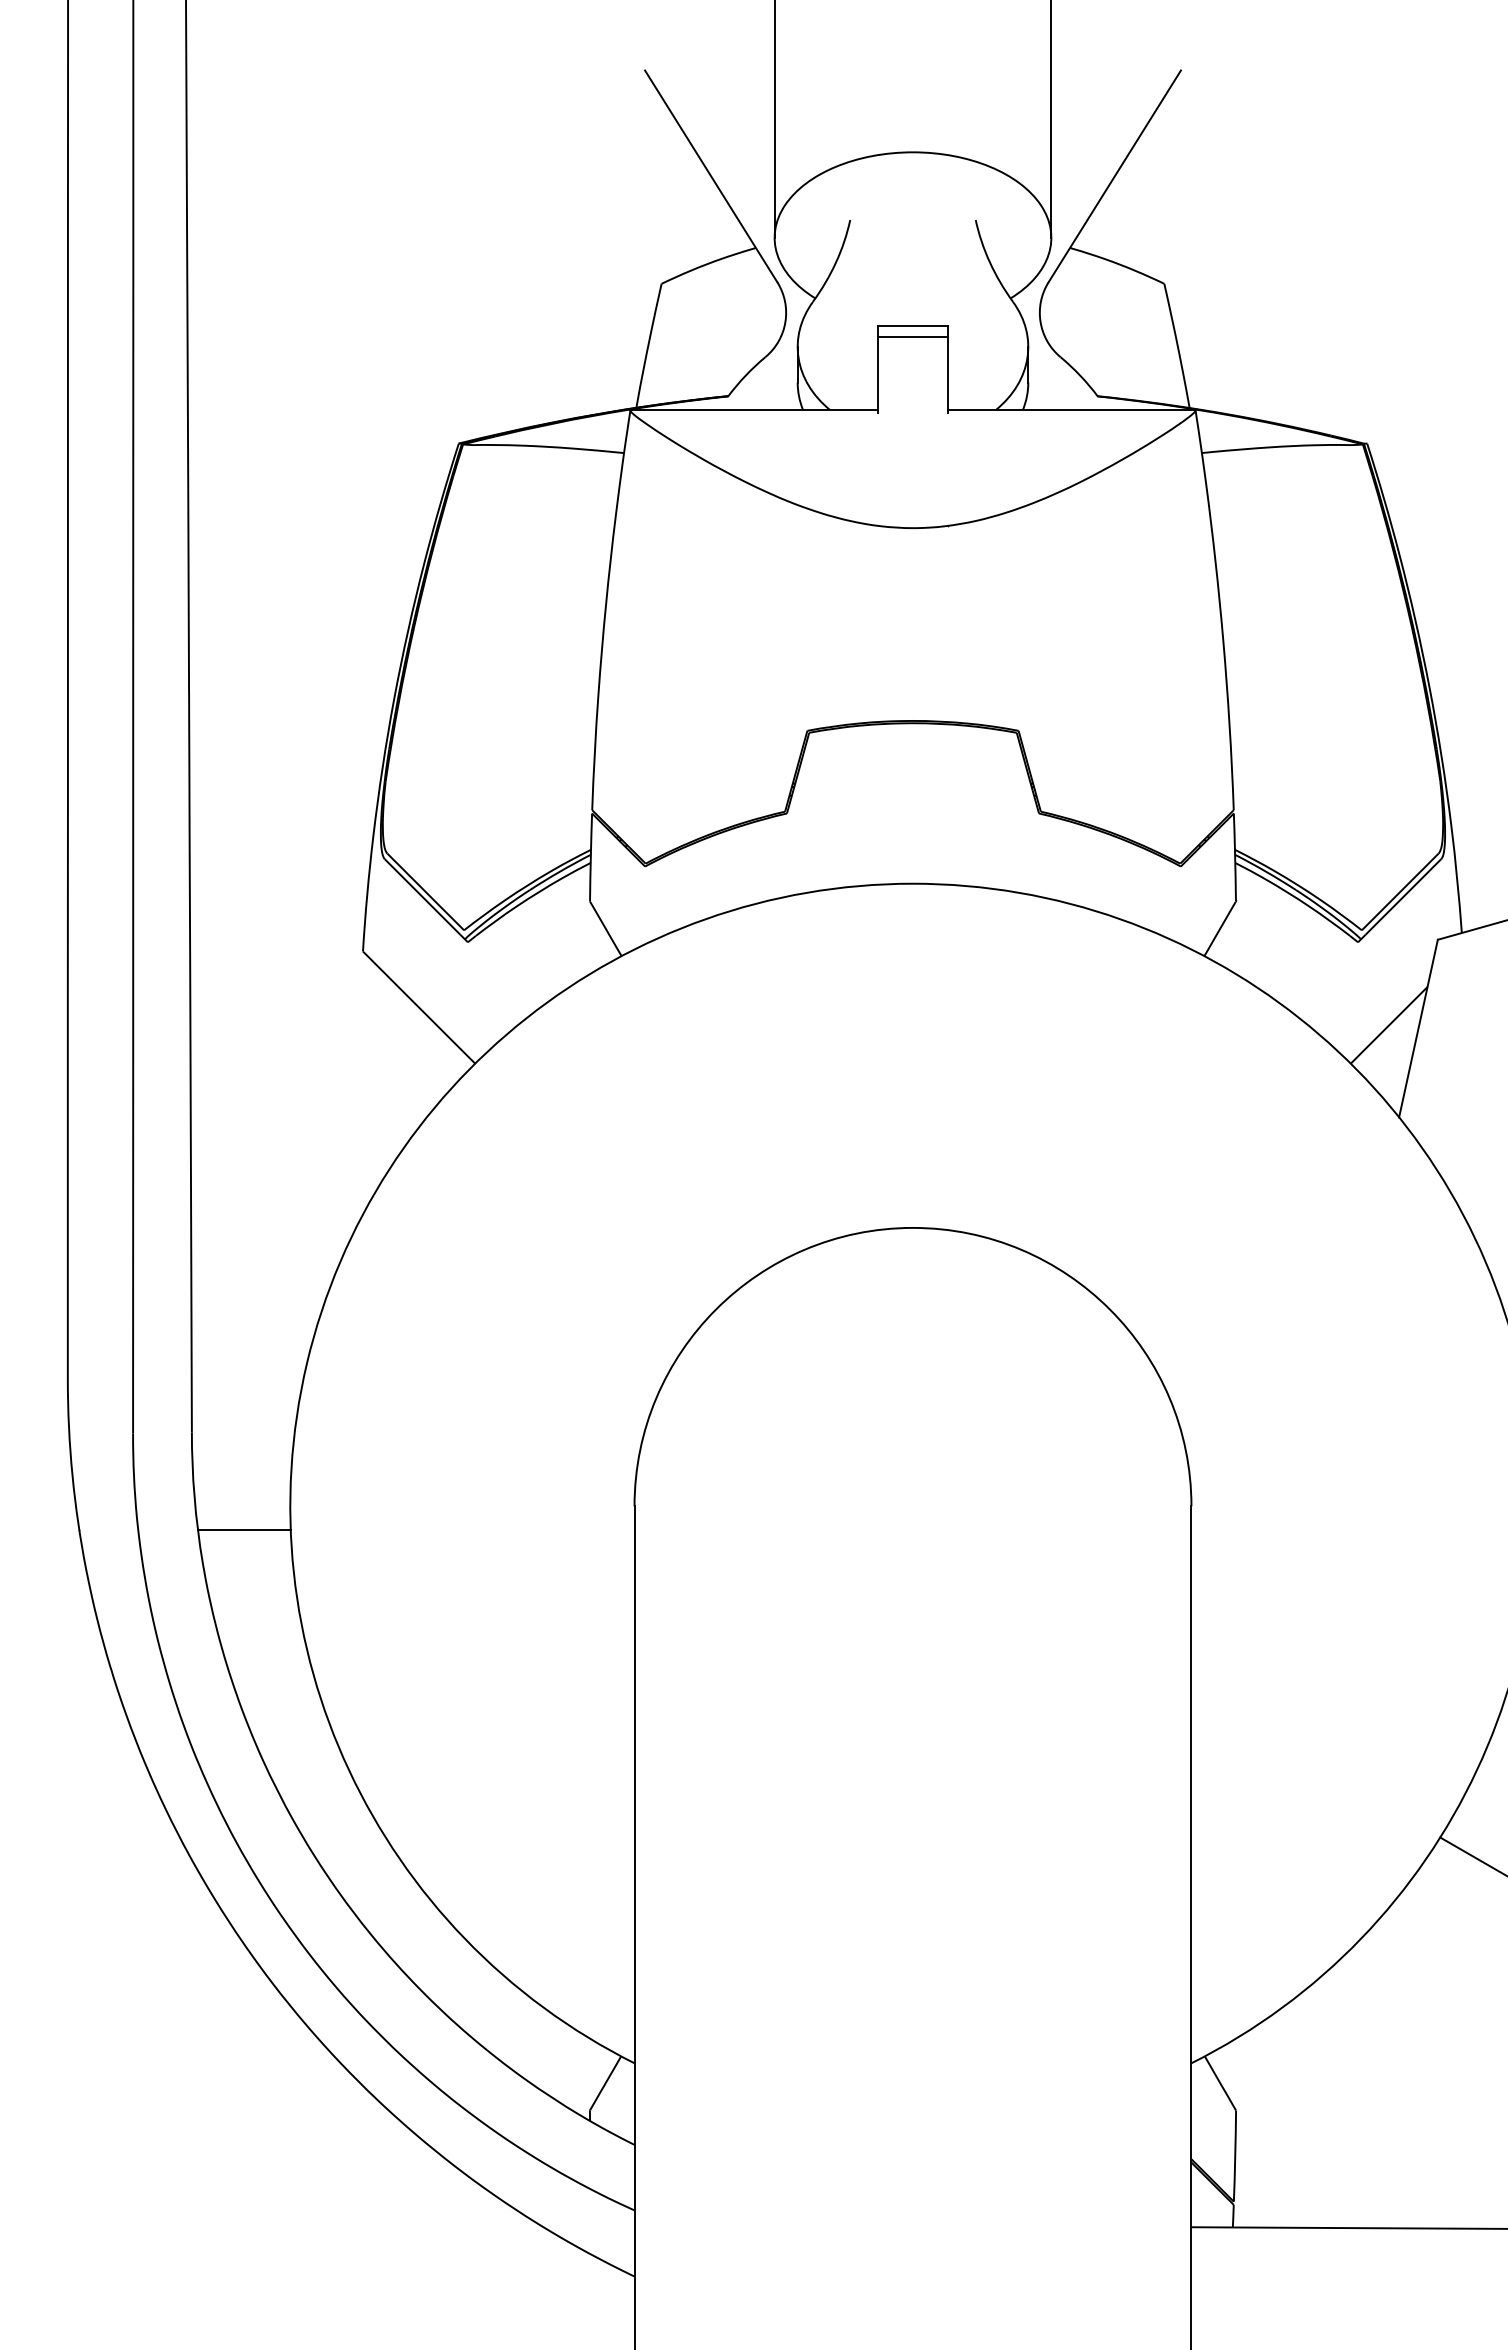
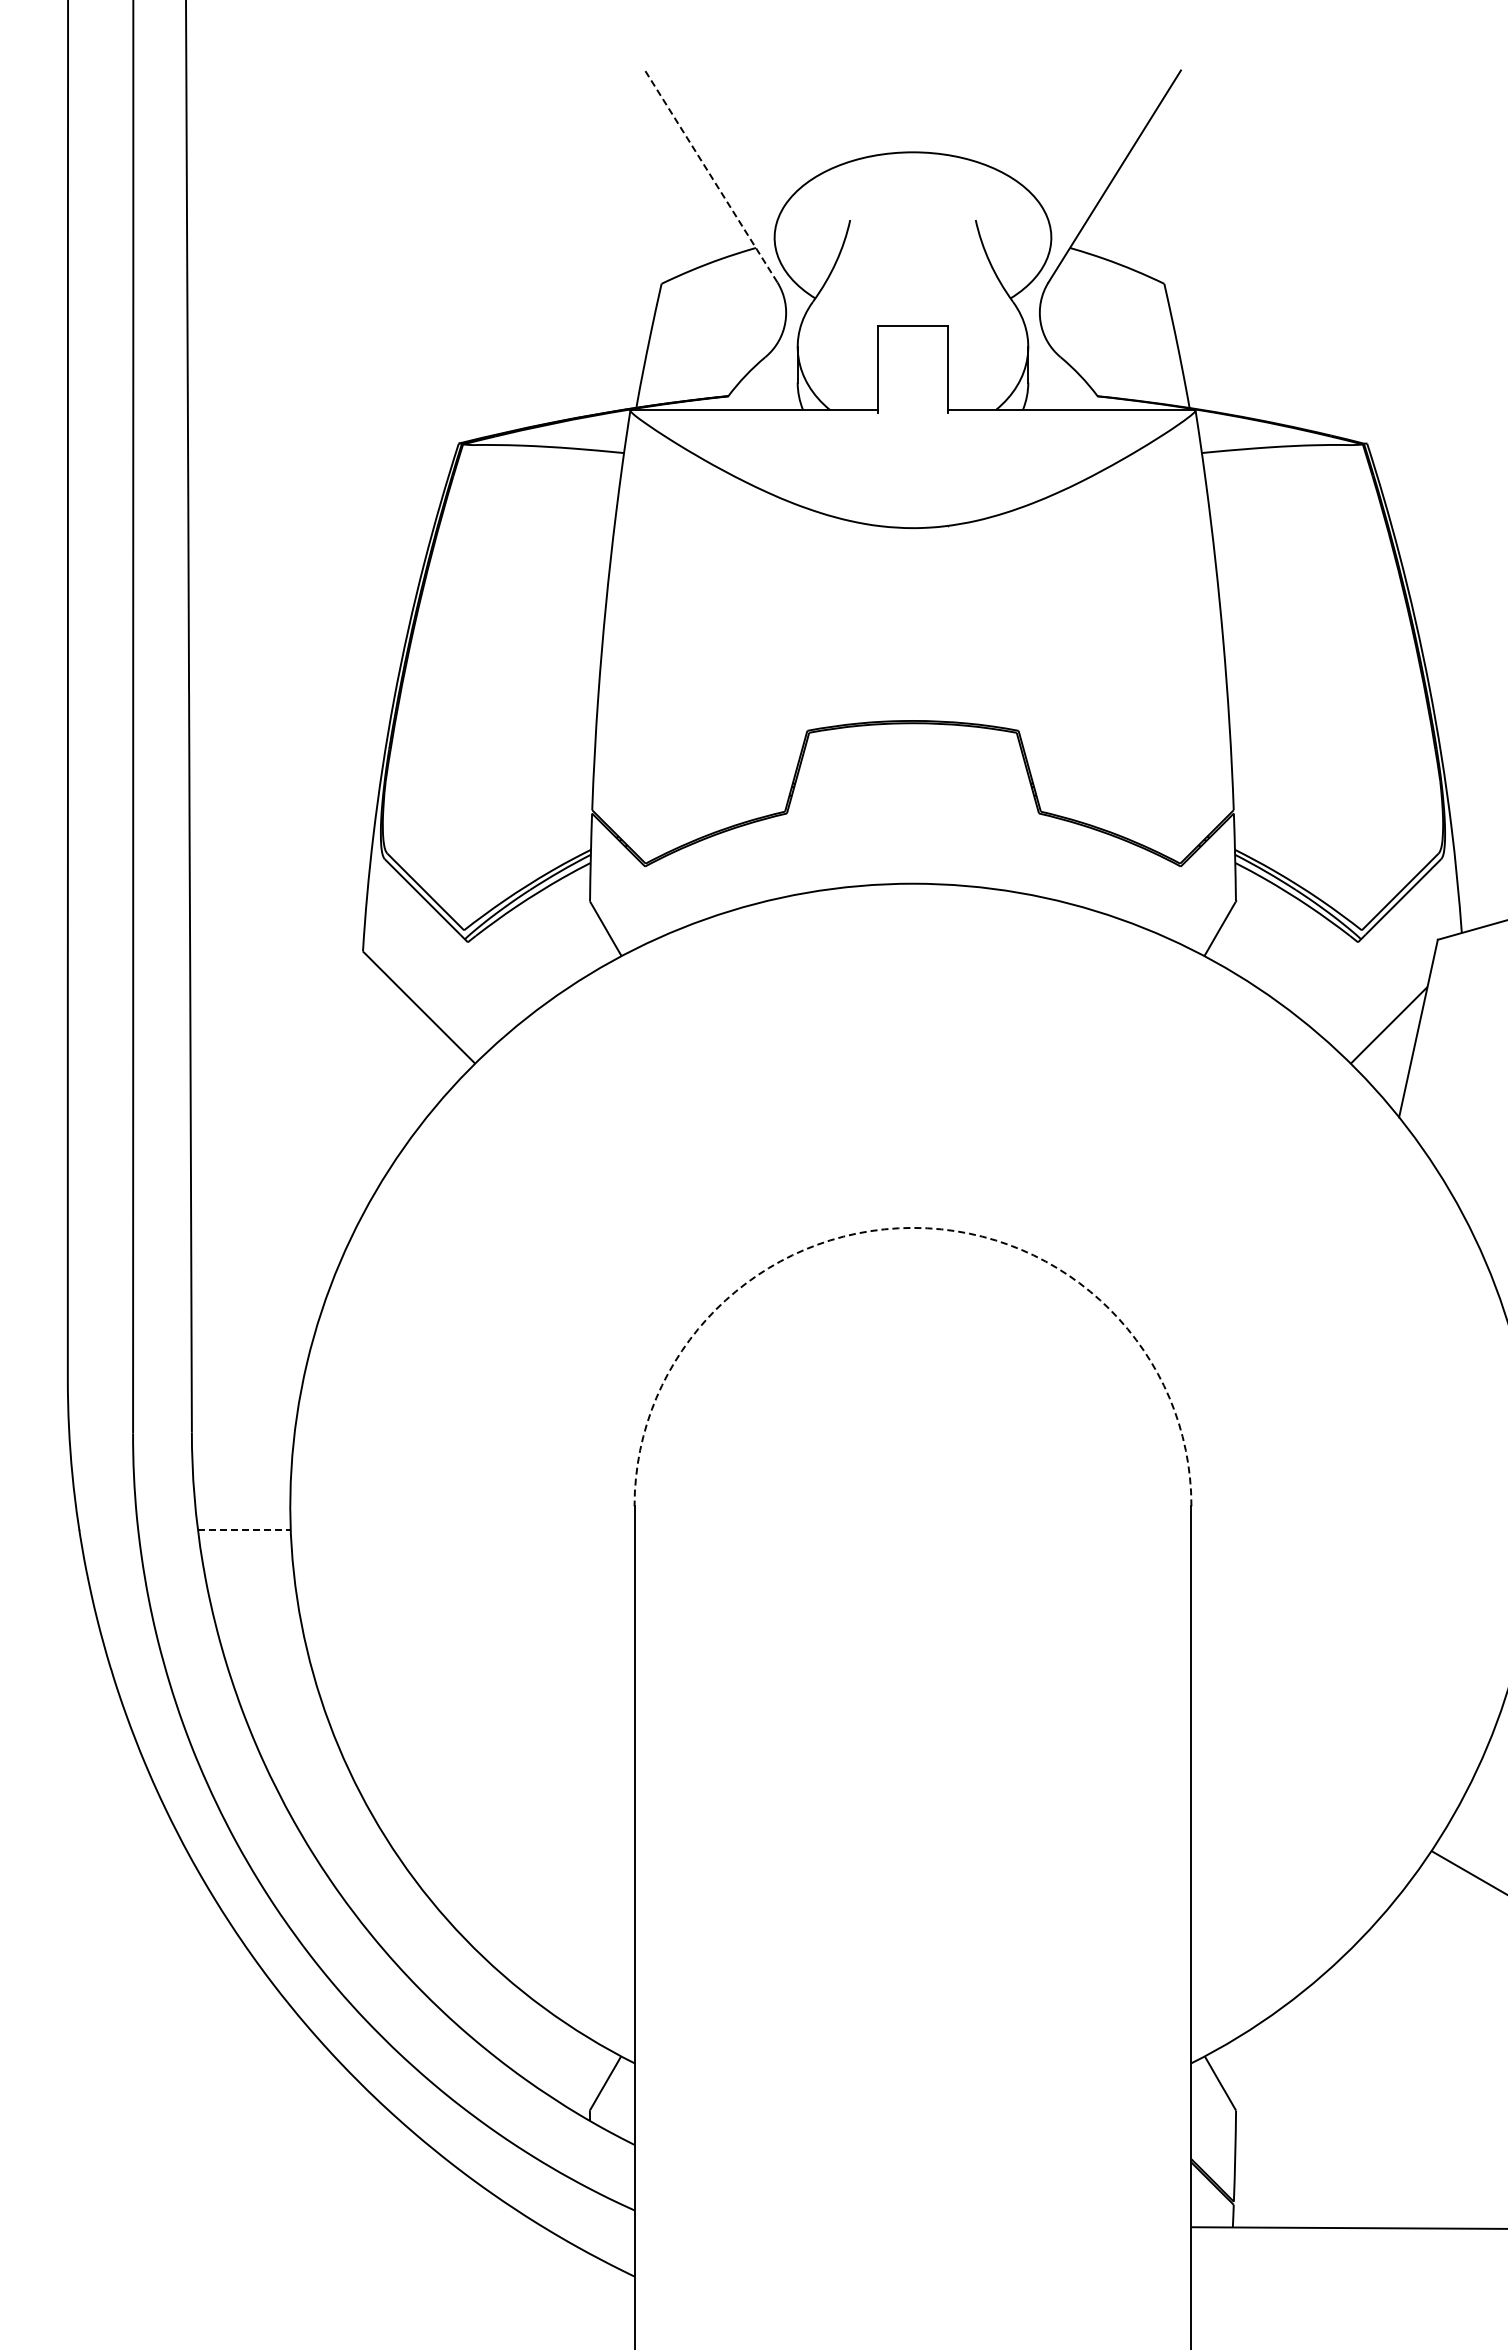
line at (774, 119): present -> none
line at (1051, 119): present -> none
line at (711, 176): solid -> dashed
line at (912, 337): present -> none
arc at (912, 1227): solid -> dashed
line at (244, 1529): solid -> dashed
line at (1472, 1855) position: (1472, 1855) -> (1468, 1872)
